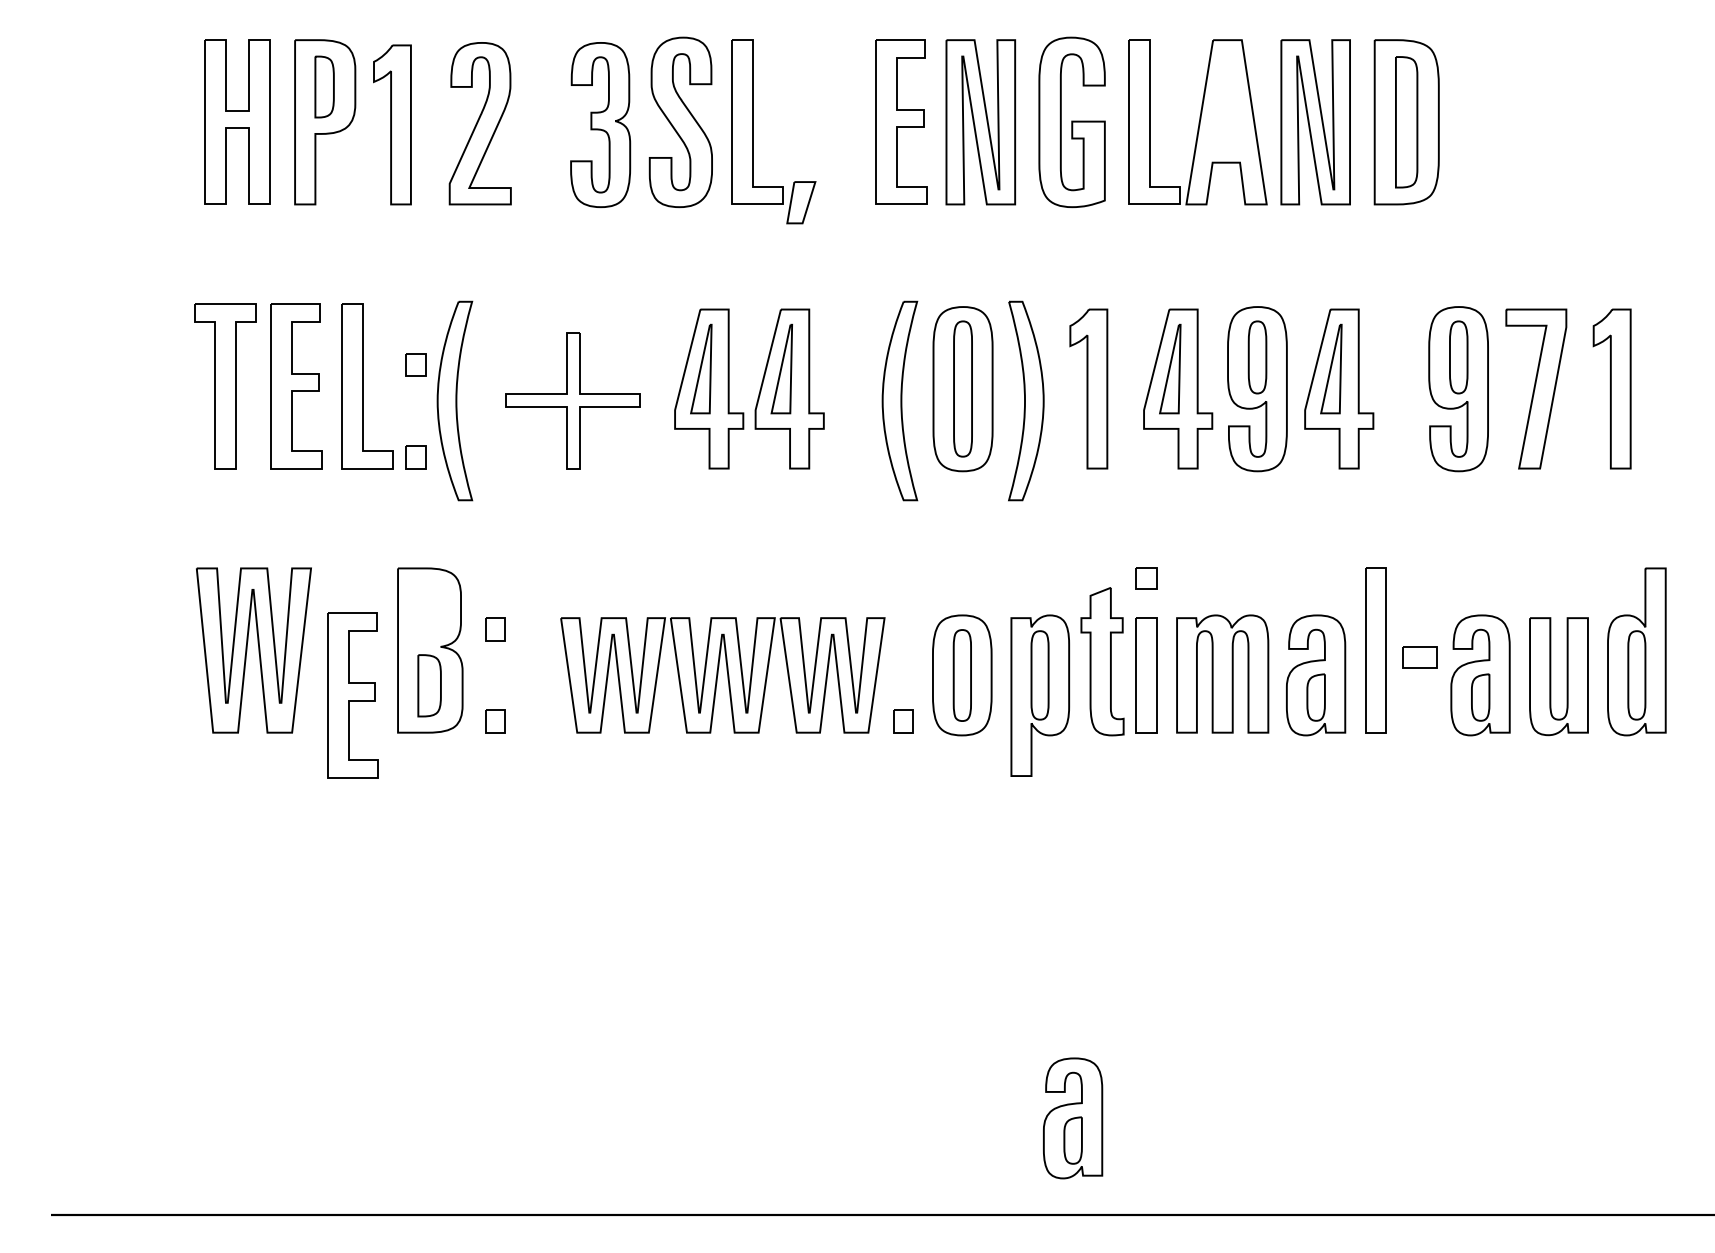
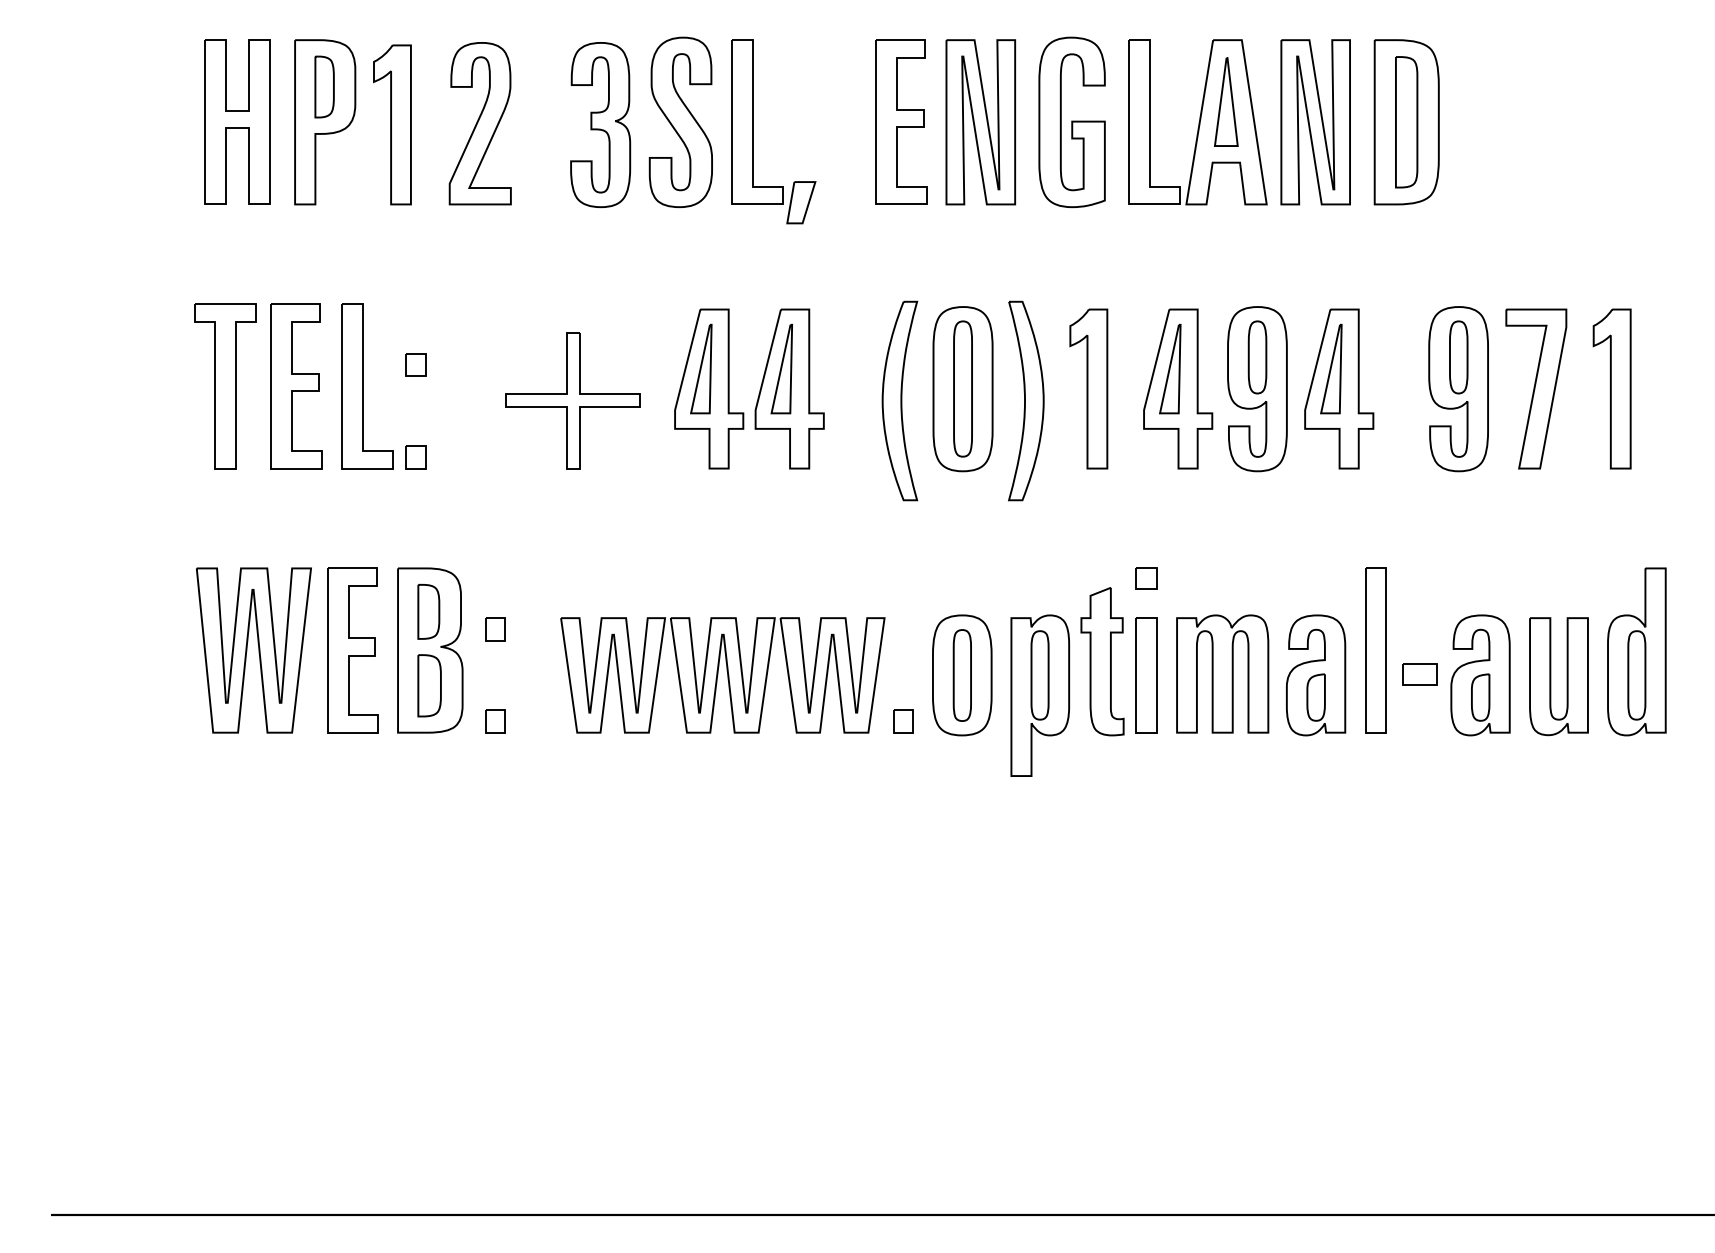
part at (1226, 101): none -> present
part at (454, 400): present -> none
part at (428, 611): none -> present
part at (1419, 657) position: (1419, 657) -> (1419, 674)
part at (352, 695) position: (352, 695) -> (352, 650)
part at (1073, 1118): present -> none
